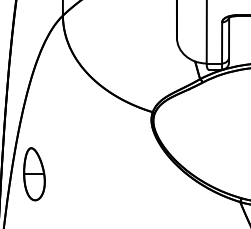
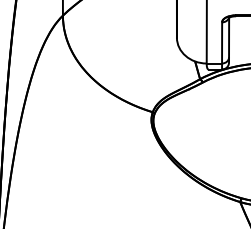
part at (34, 174): present -> none
